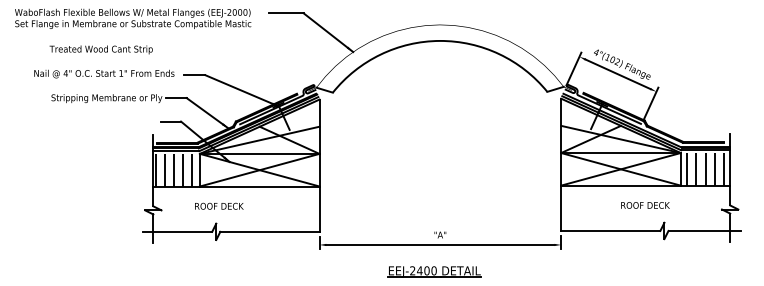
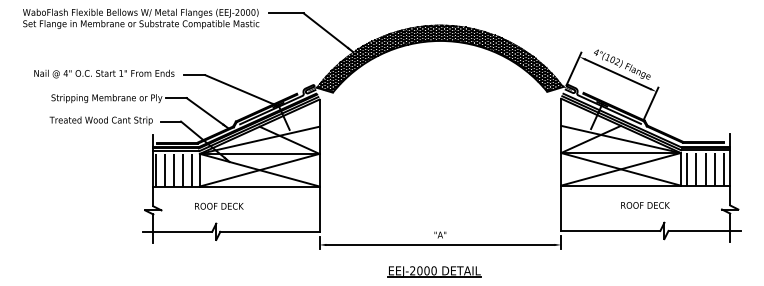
text at (133, 18) position: (133, 18) -> (141, 18)
text at (100, 49) position: (100, 49) -> (100, 120)
hatch at (440, 58): none -> present
text at (419, 270): EEJ-2400 -> EEJ-2000
